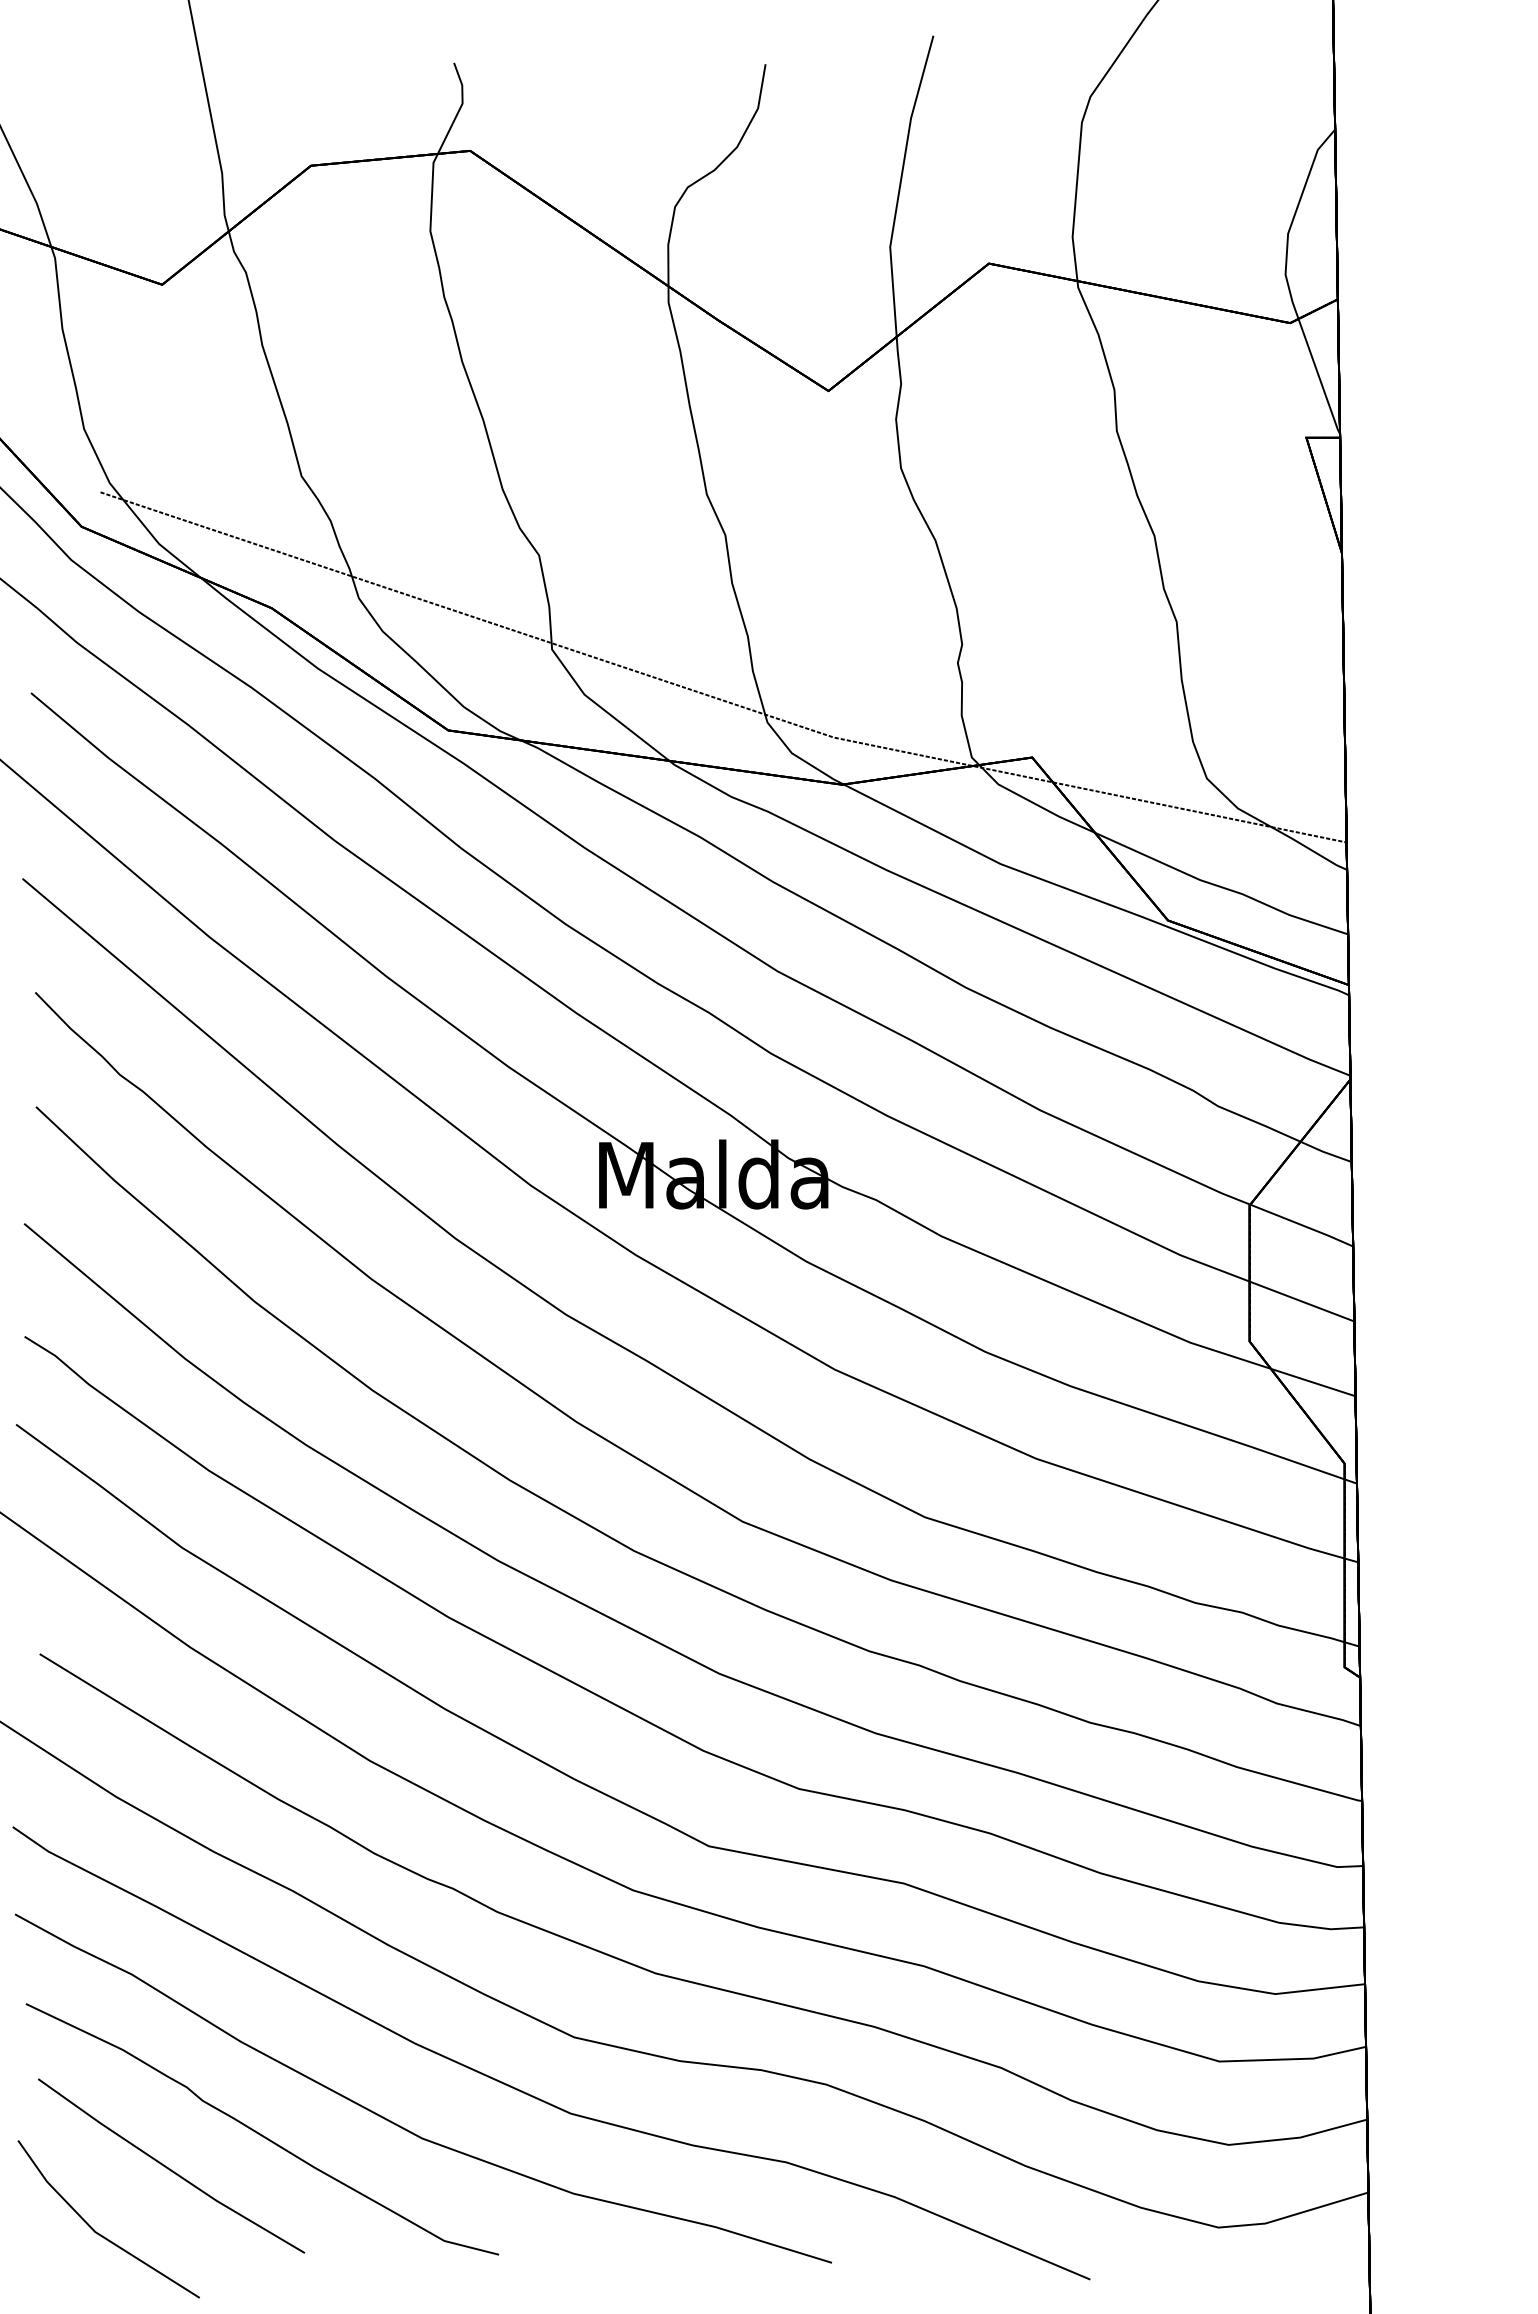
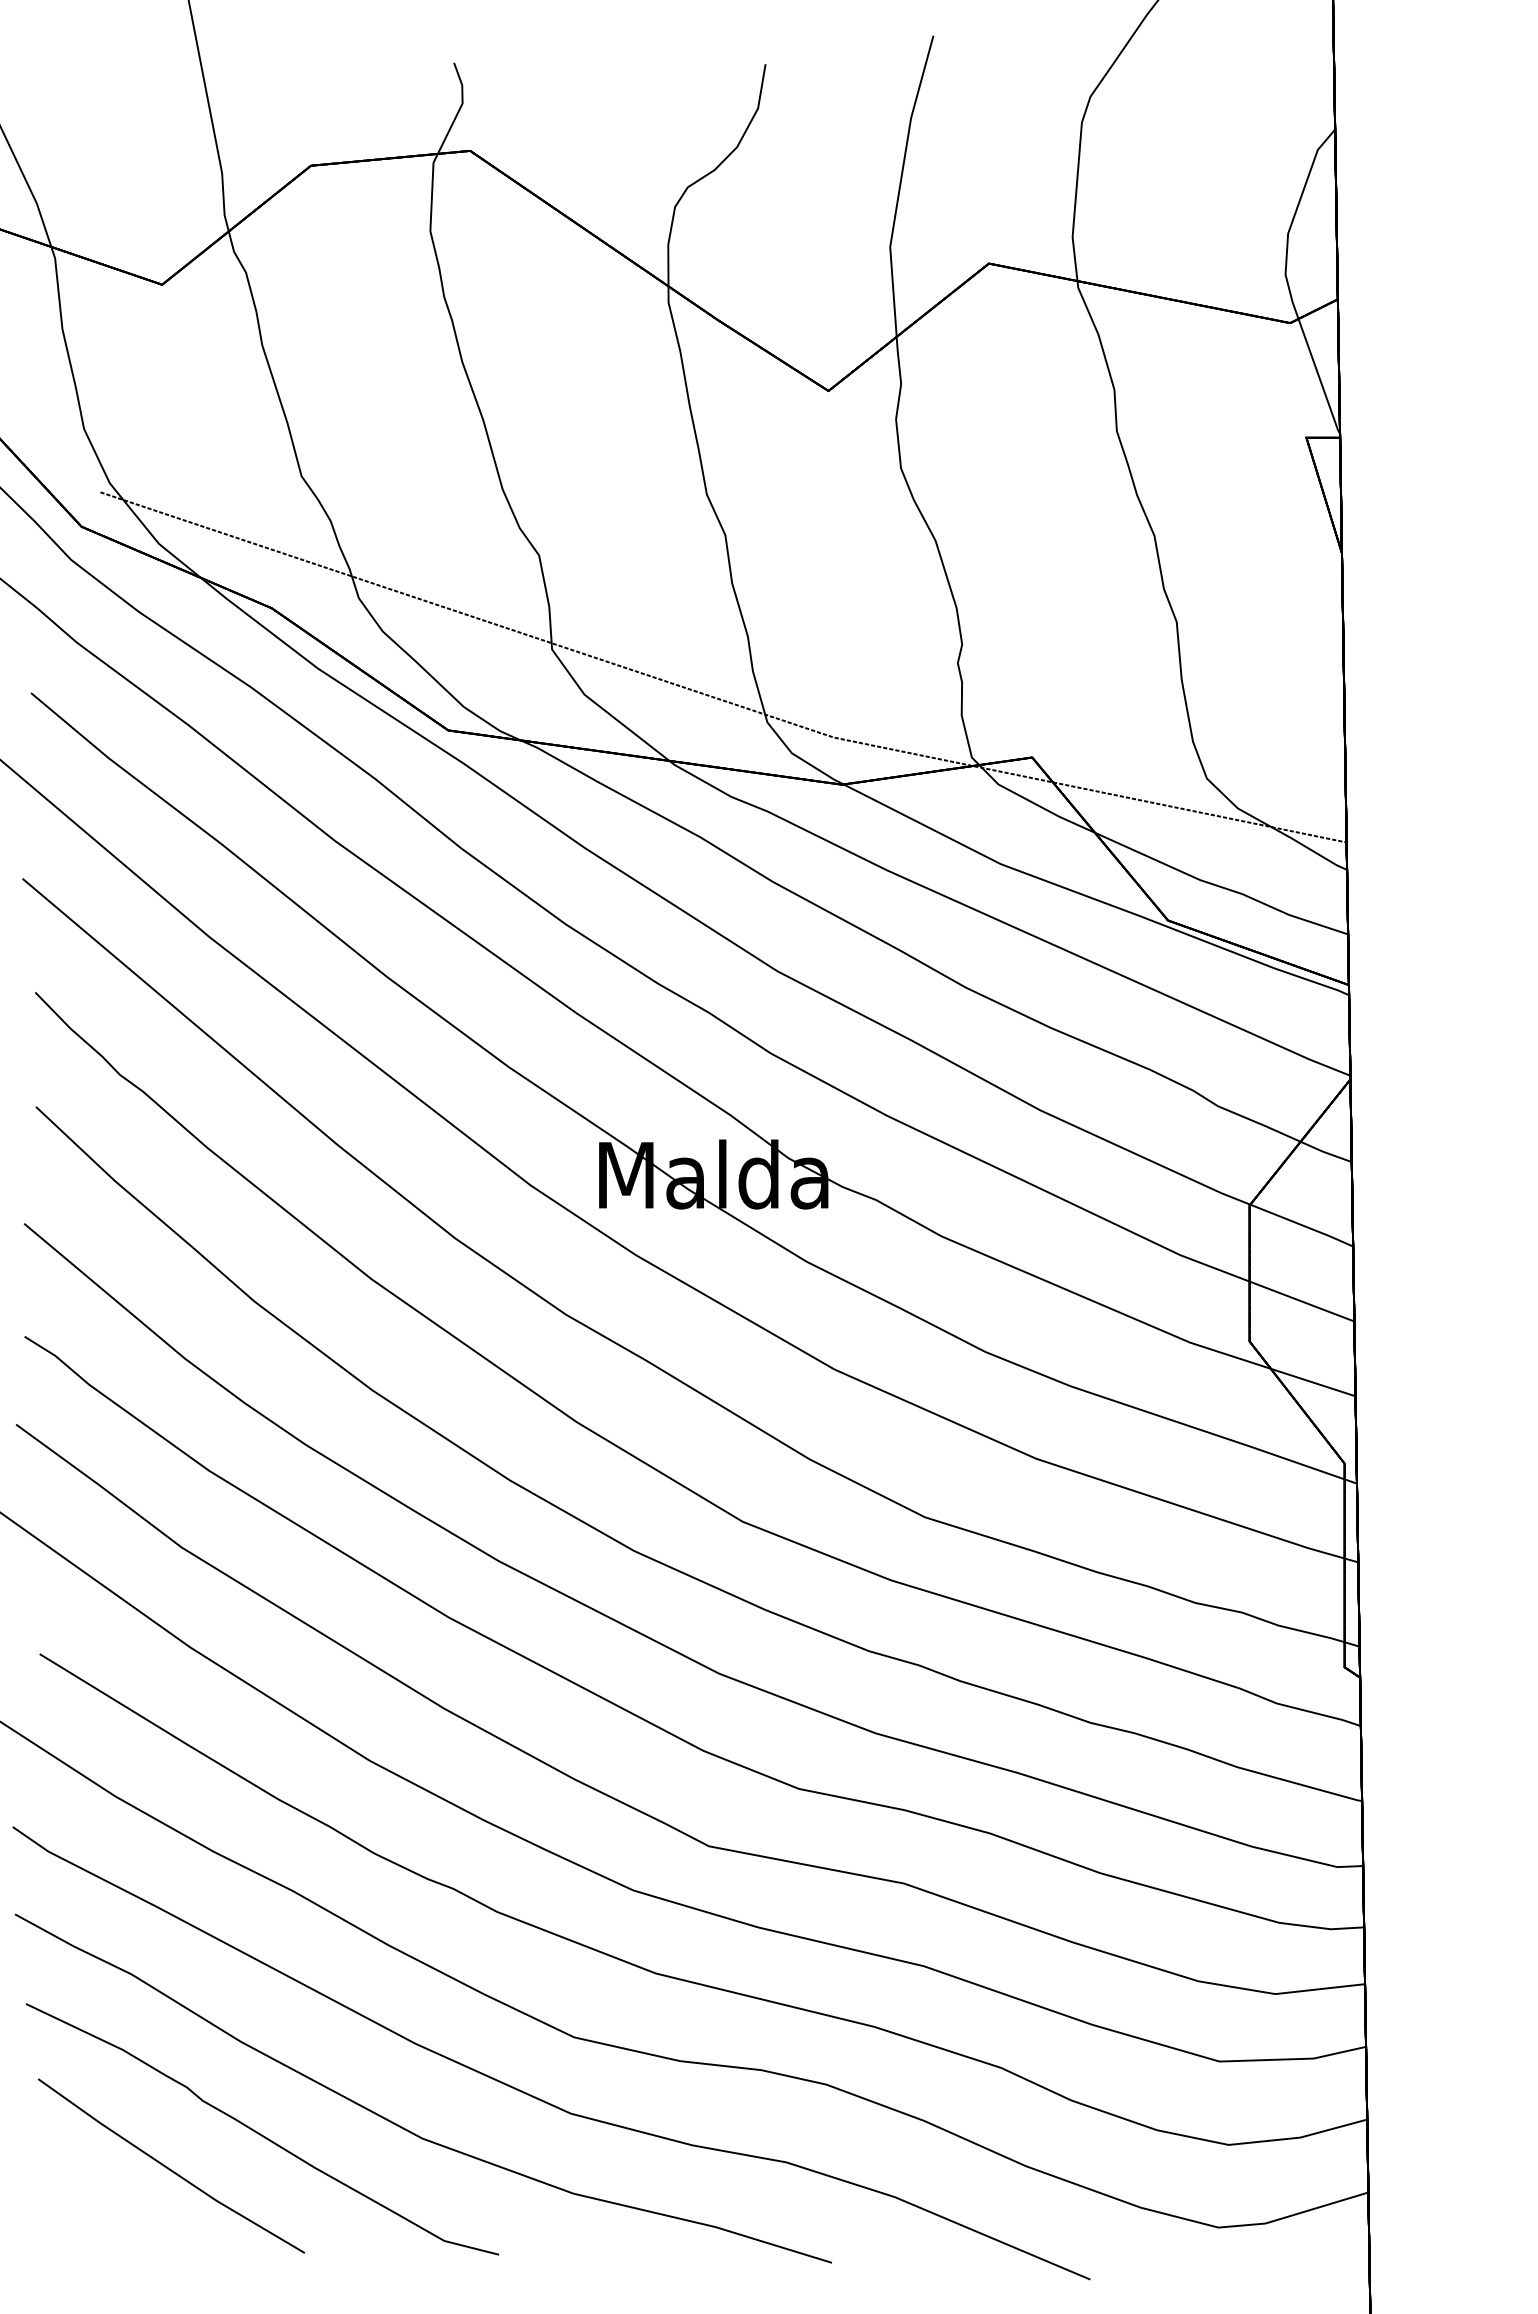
part at (98, 2232): present -> none
